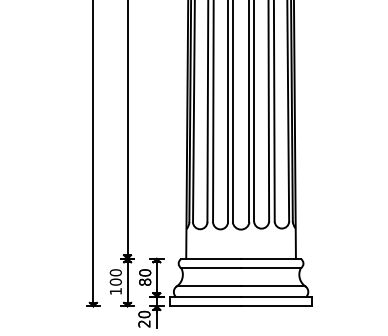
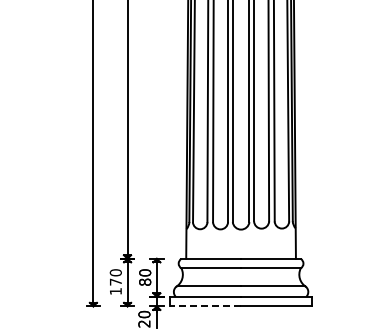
text at (115, 281): 100 -> 170
line at (205, 306): solid -> dashed
